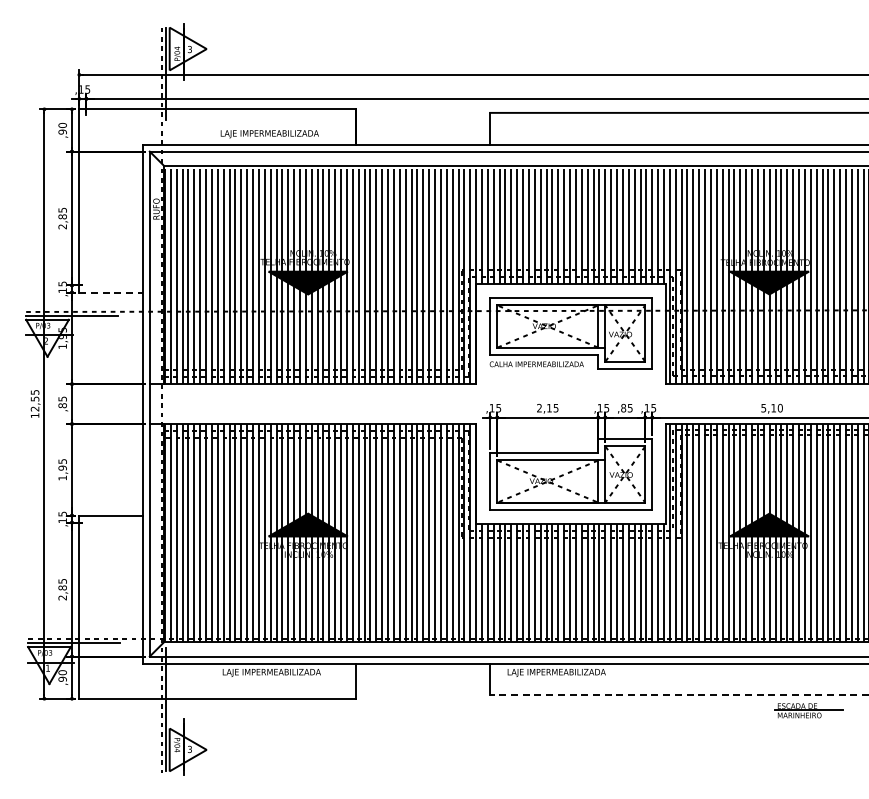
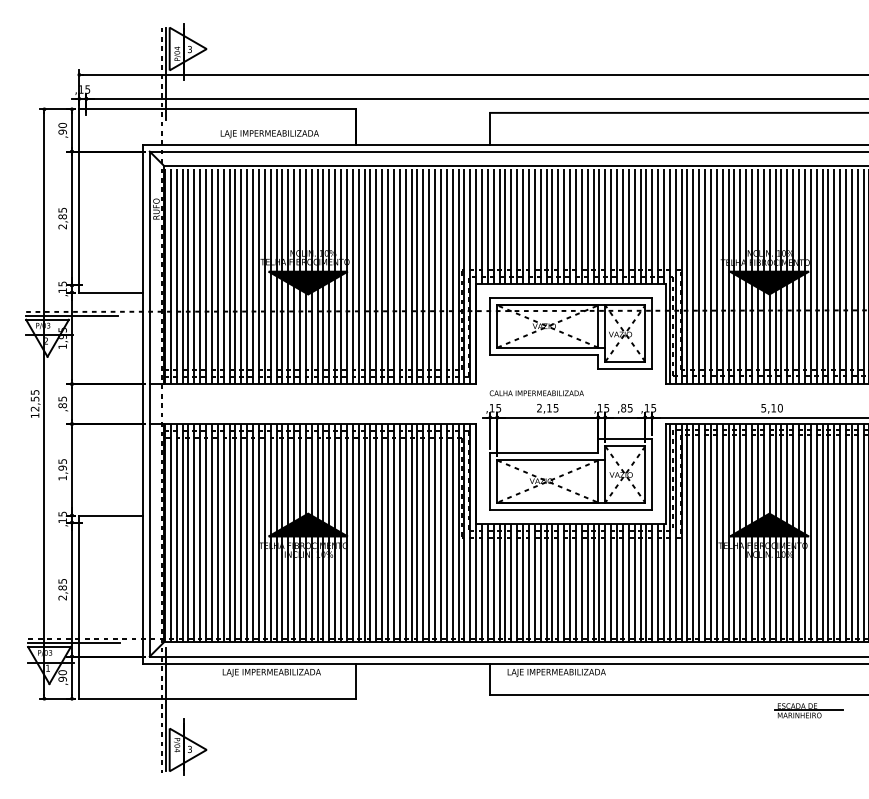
line at (111, 292): dashed -> solid
text at (536, 364) position: (536, 364) -> (536, 393)
line at (679, 695): dashed -> solid
